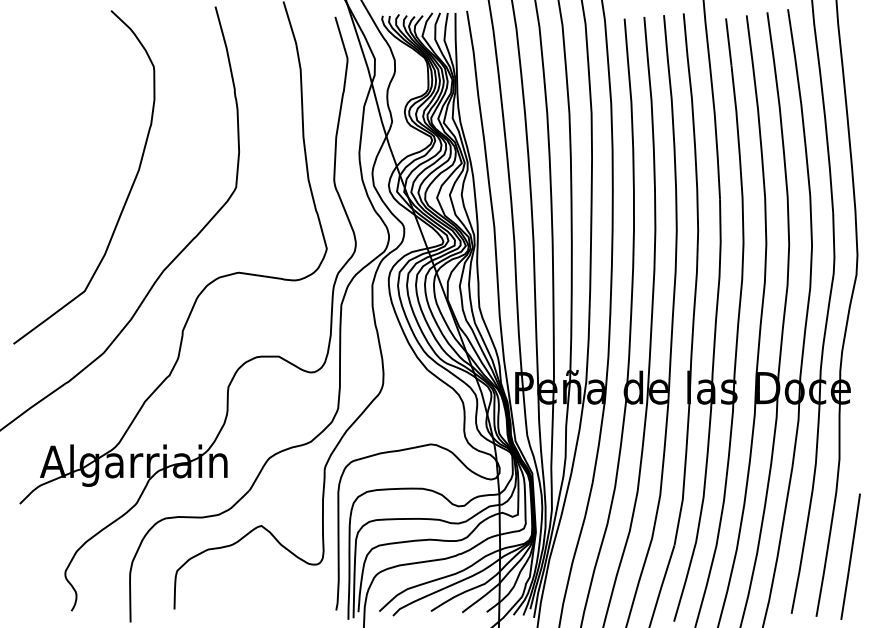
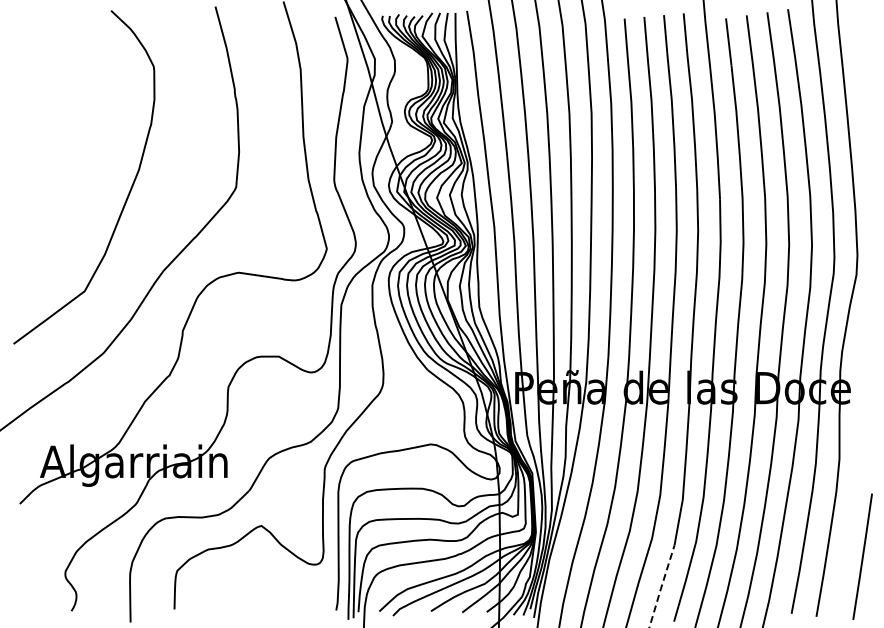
line at (850, 556) position: (850, 556) -> (862, 556)
line at (661, 586): solid -> dashed
